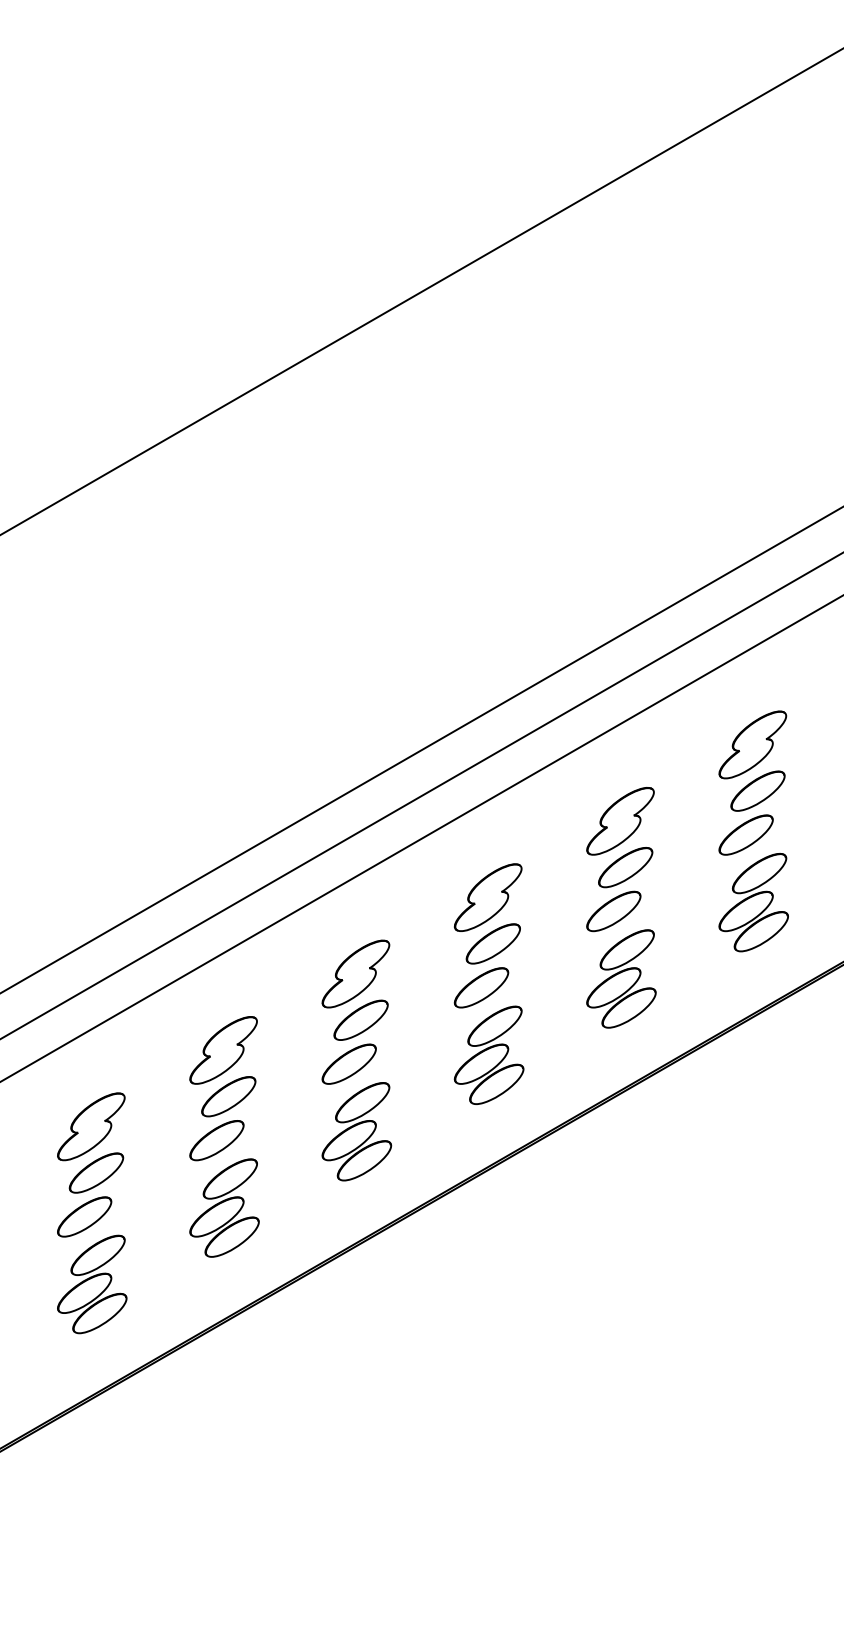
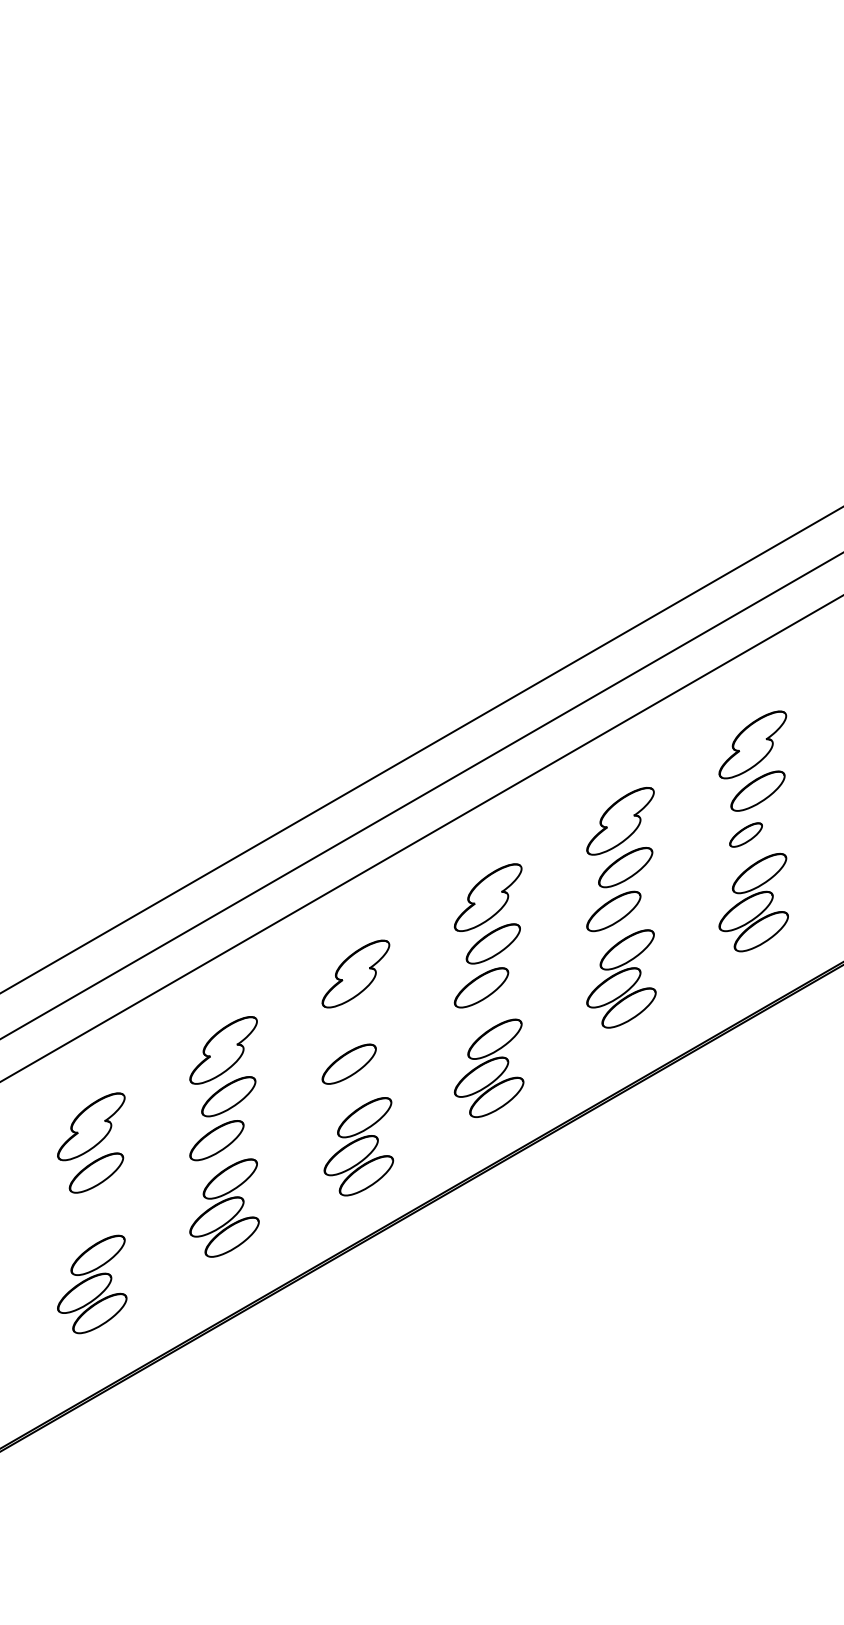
line at (421, 291): present -> none
part at (745, 834) size: 56x42 px -> 34x26 px
part at (360, 1019): present -> none
part at (488, 1054) position: (488, 1054) -> (488, 1067)
part at (356, 1131) position: (356, 1131) -> (358, 1146)
part at (84, 1216): present -> none
